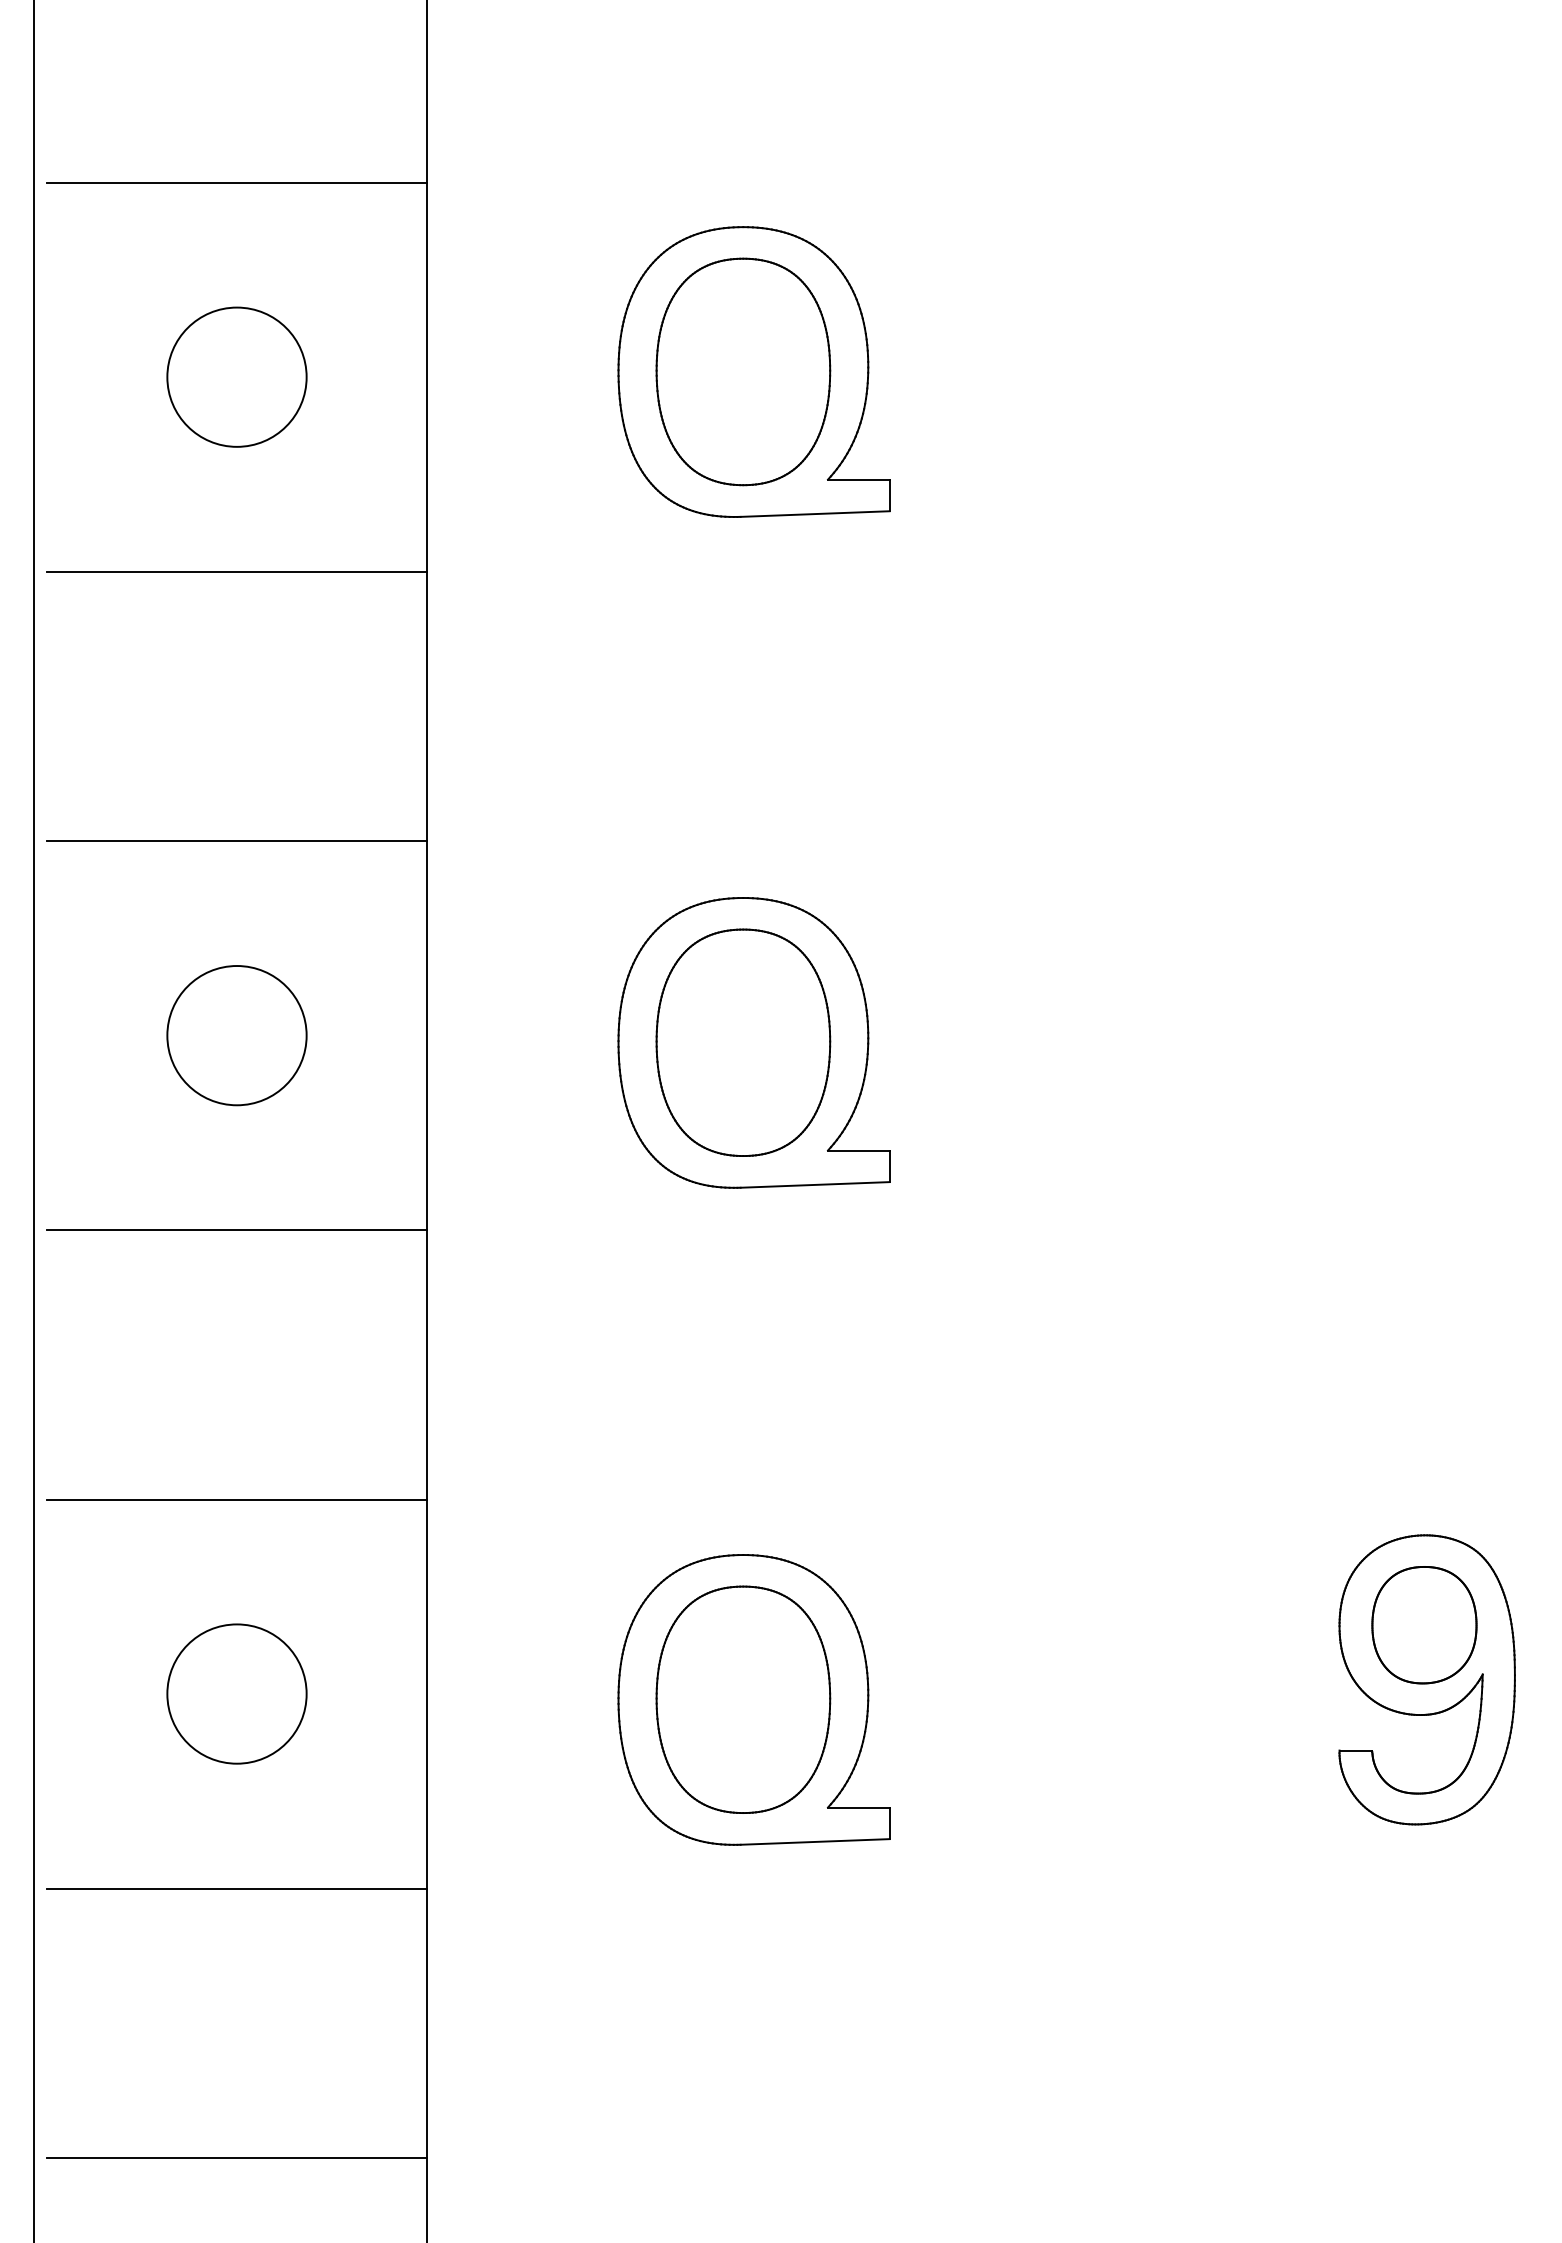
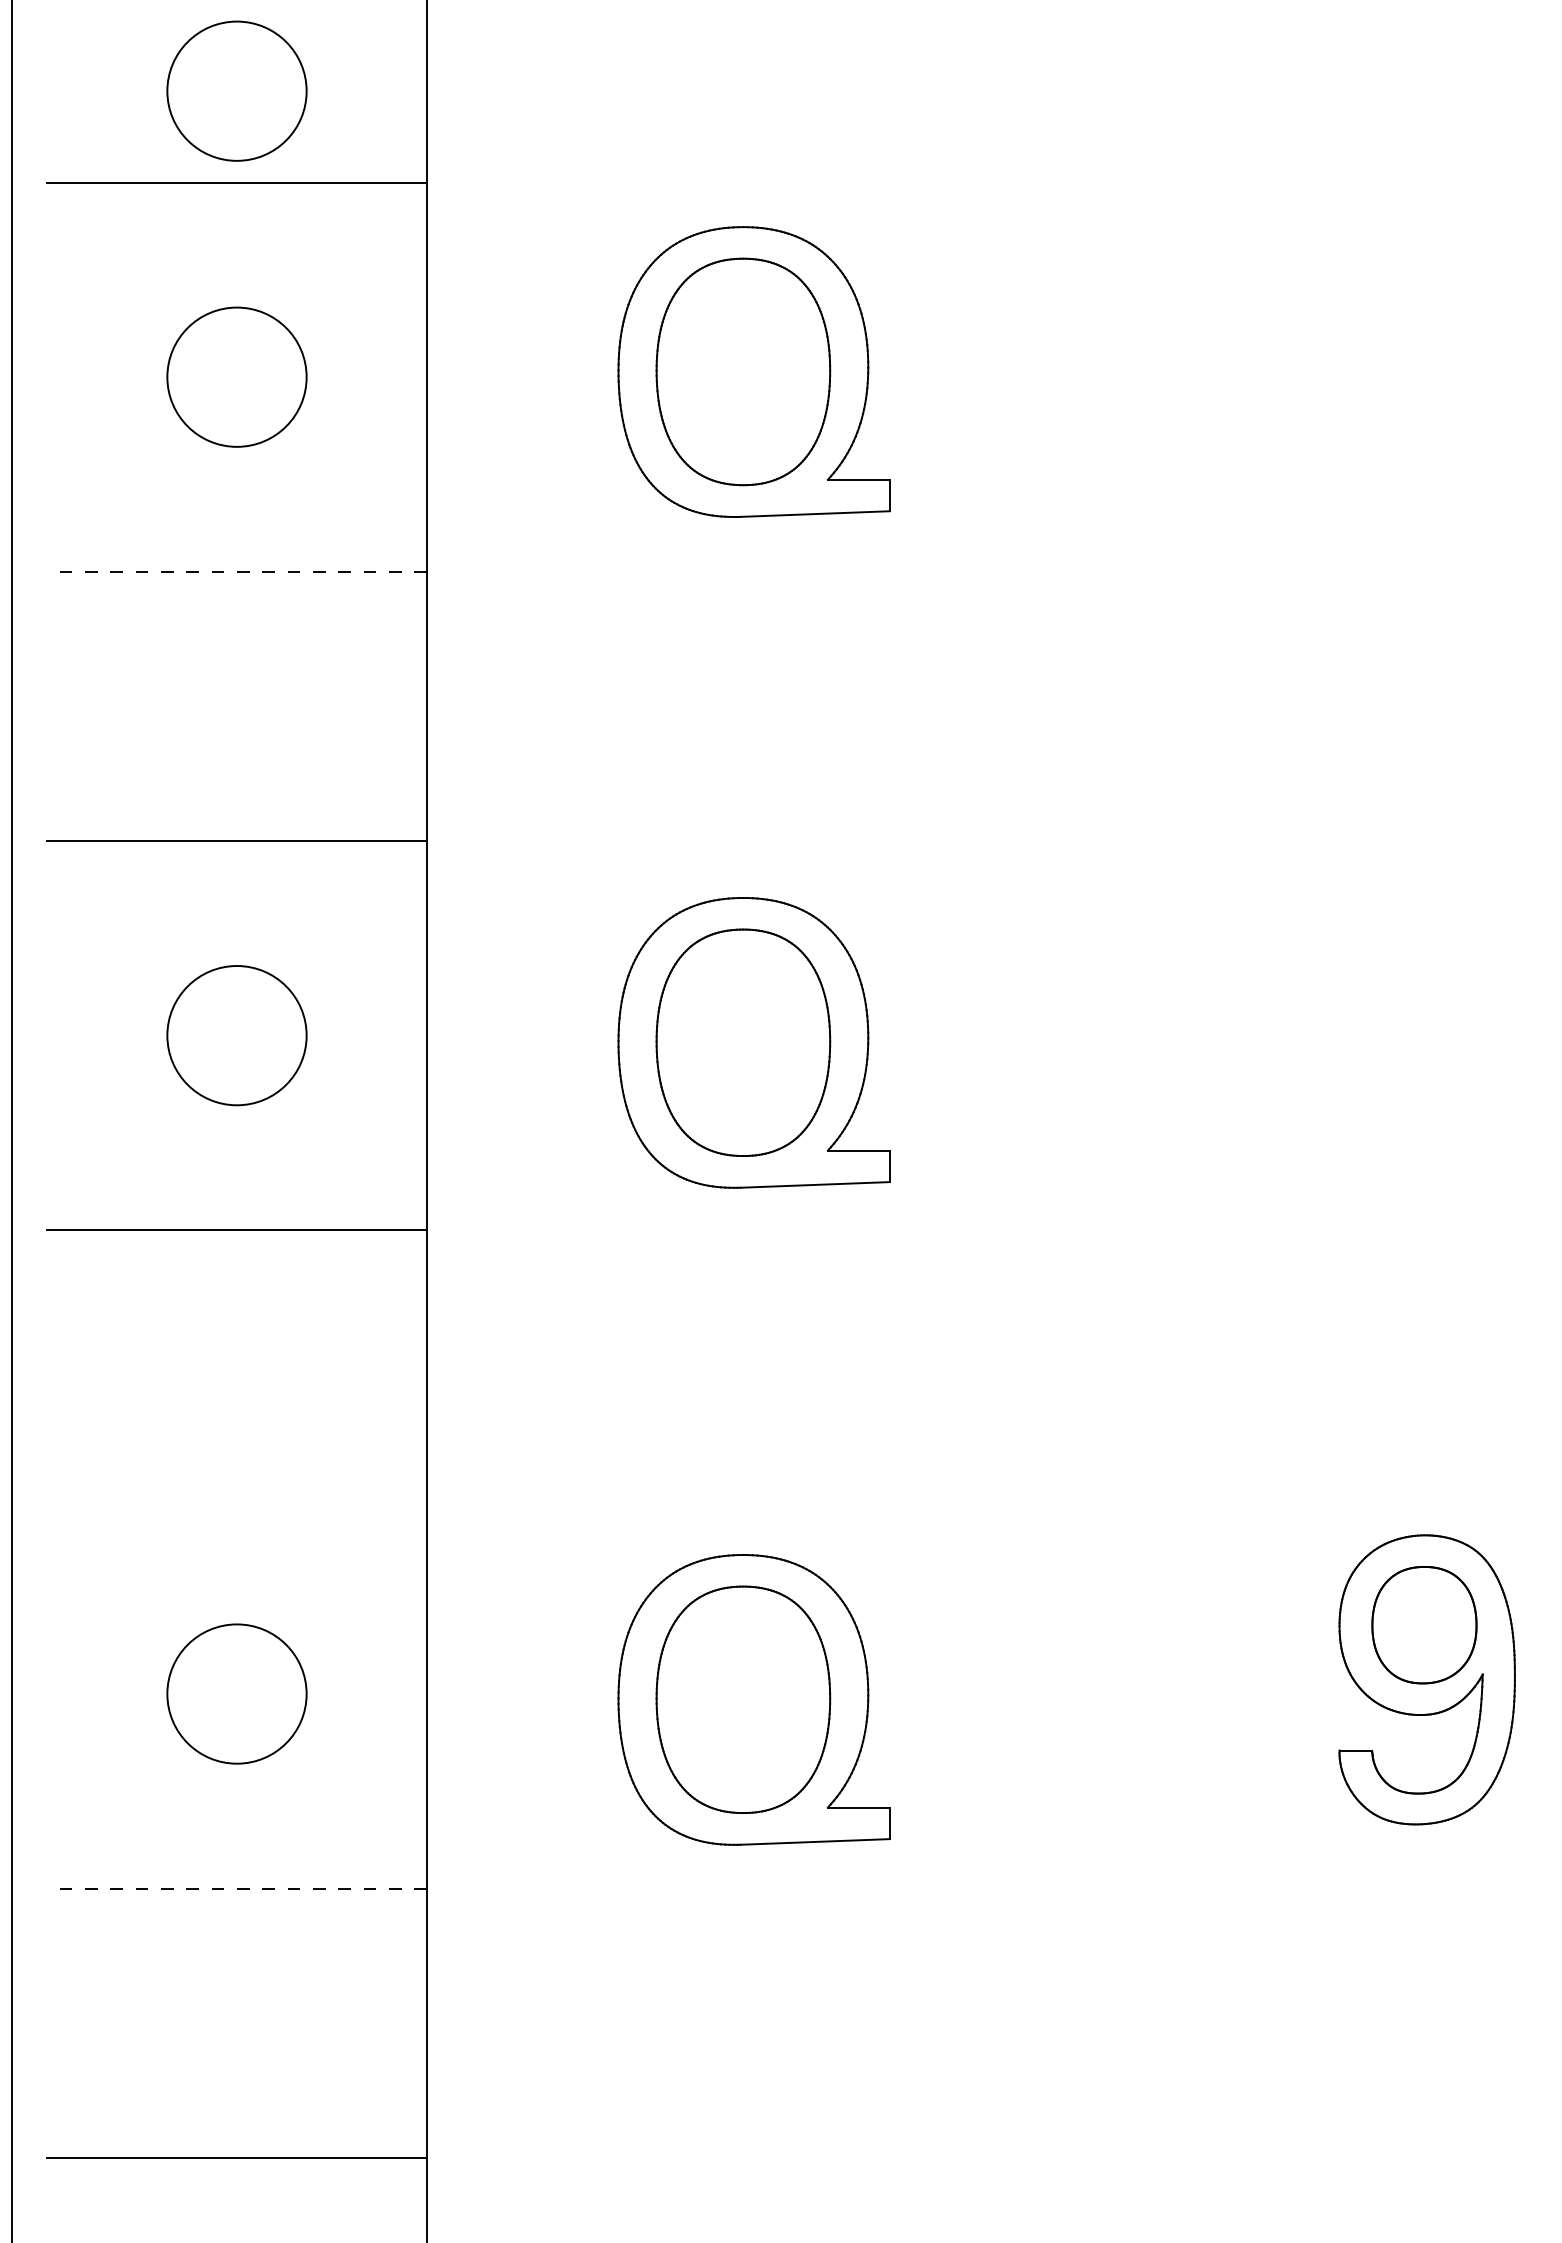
circle at (236, 90): none -> present
line at (237, 571): solid -> dashed
line at (34, 1120) position: (34, 1120) -> (12, 1120)
line at (236, 1499): present -> none
line at (237, 1888): solid -> dashed
